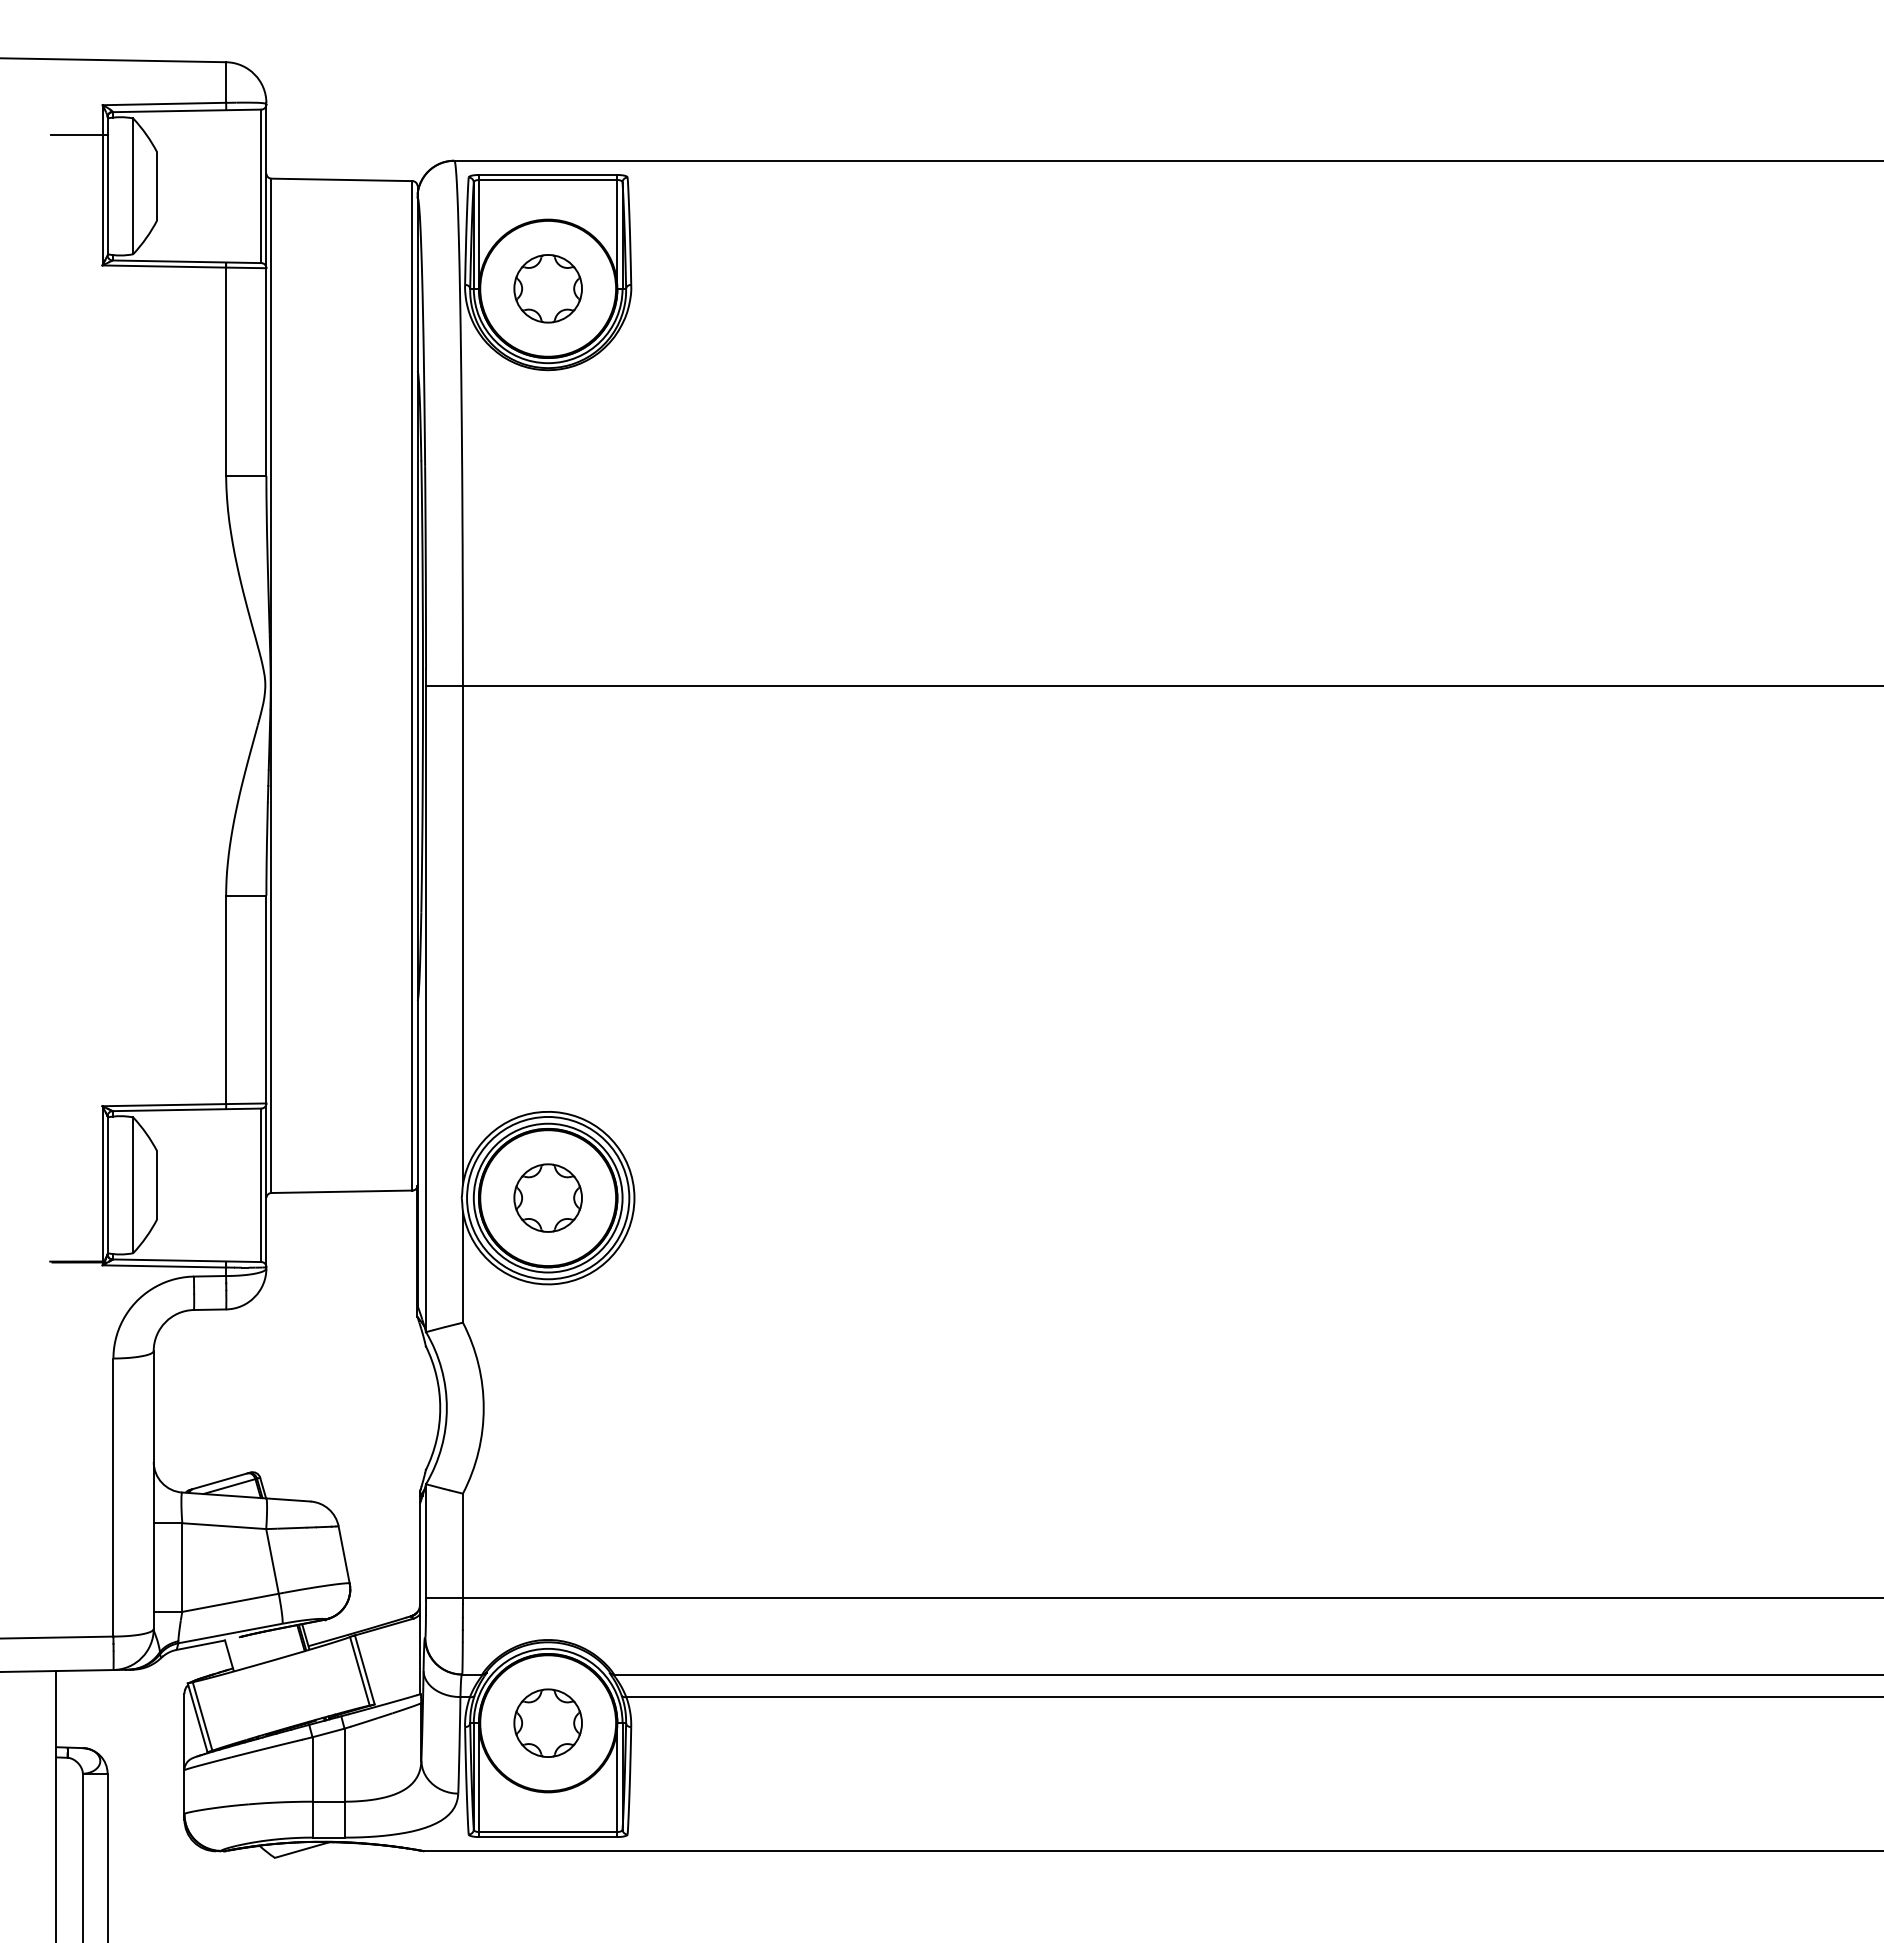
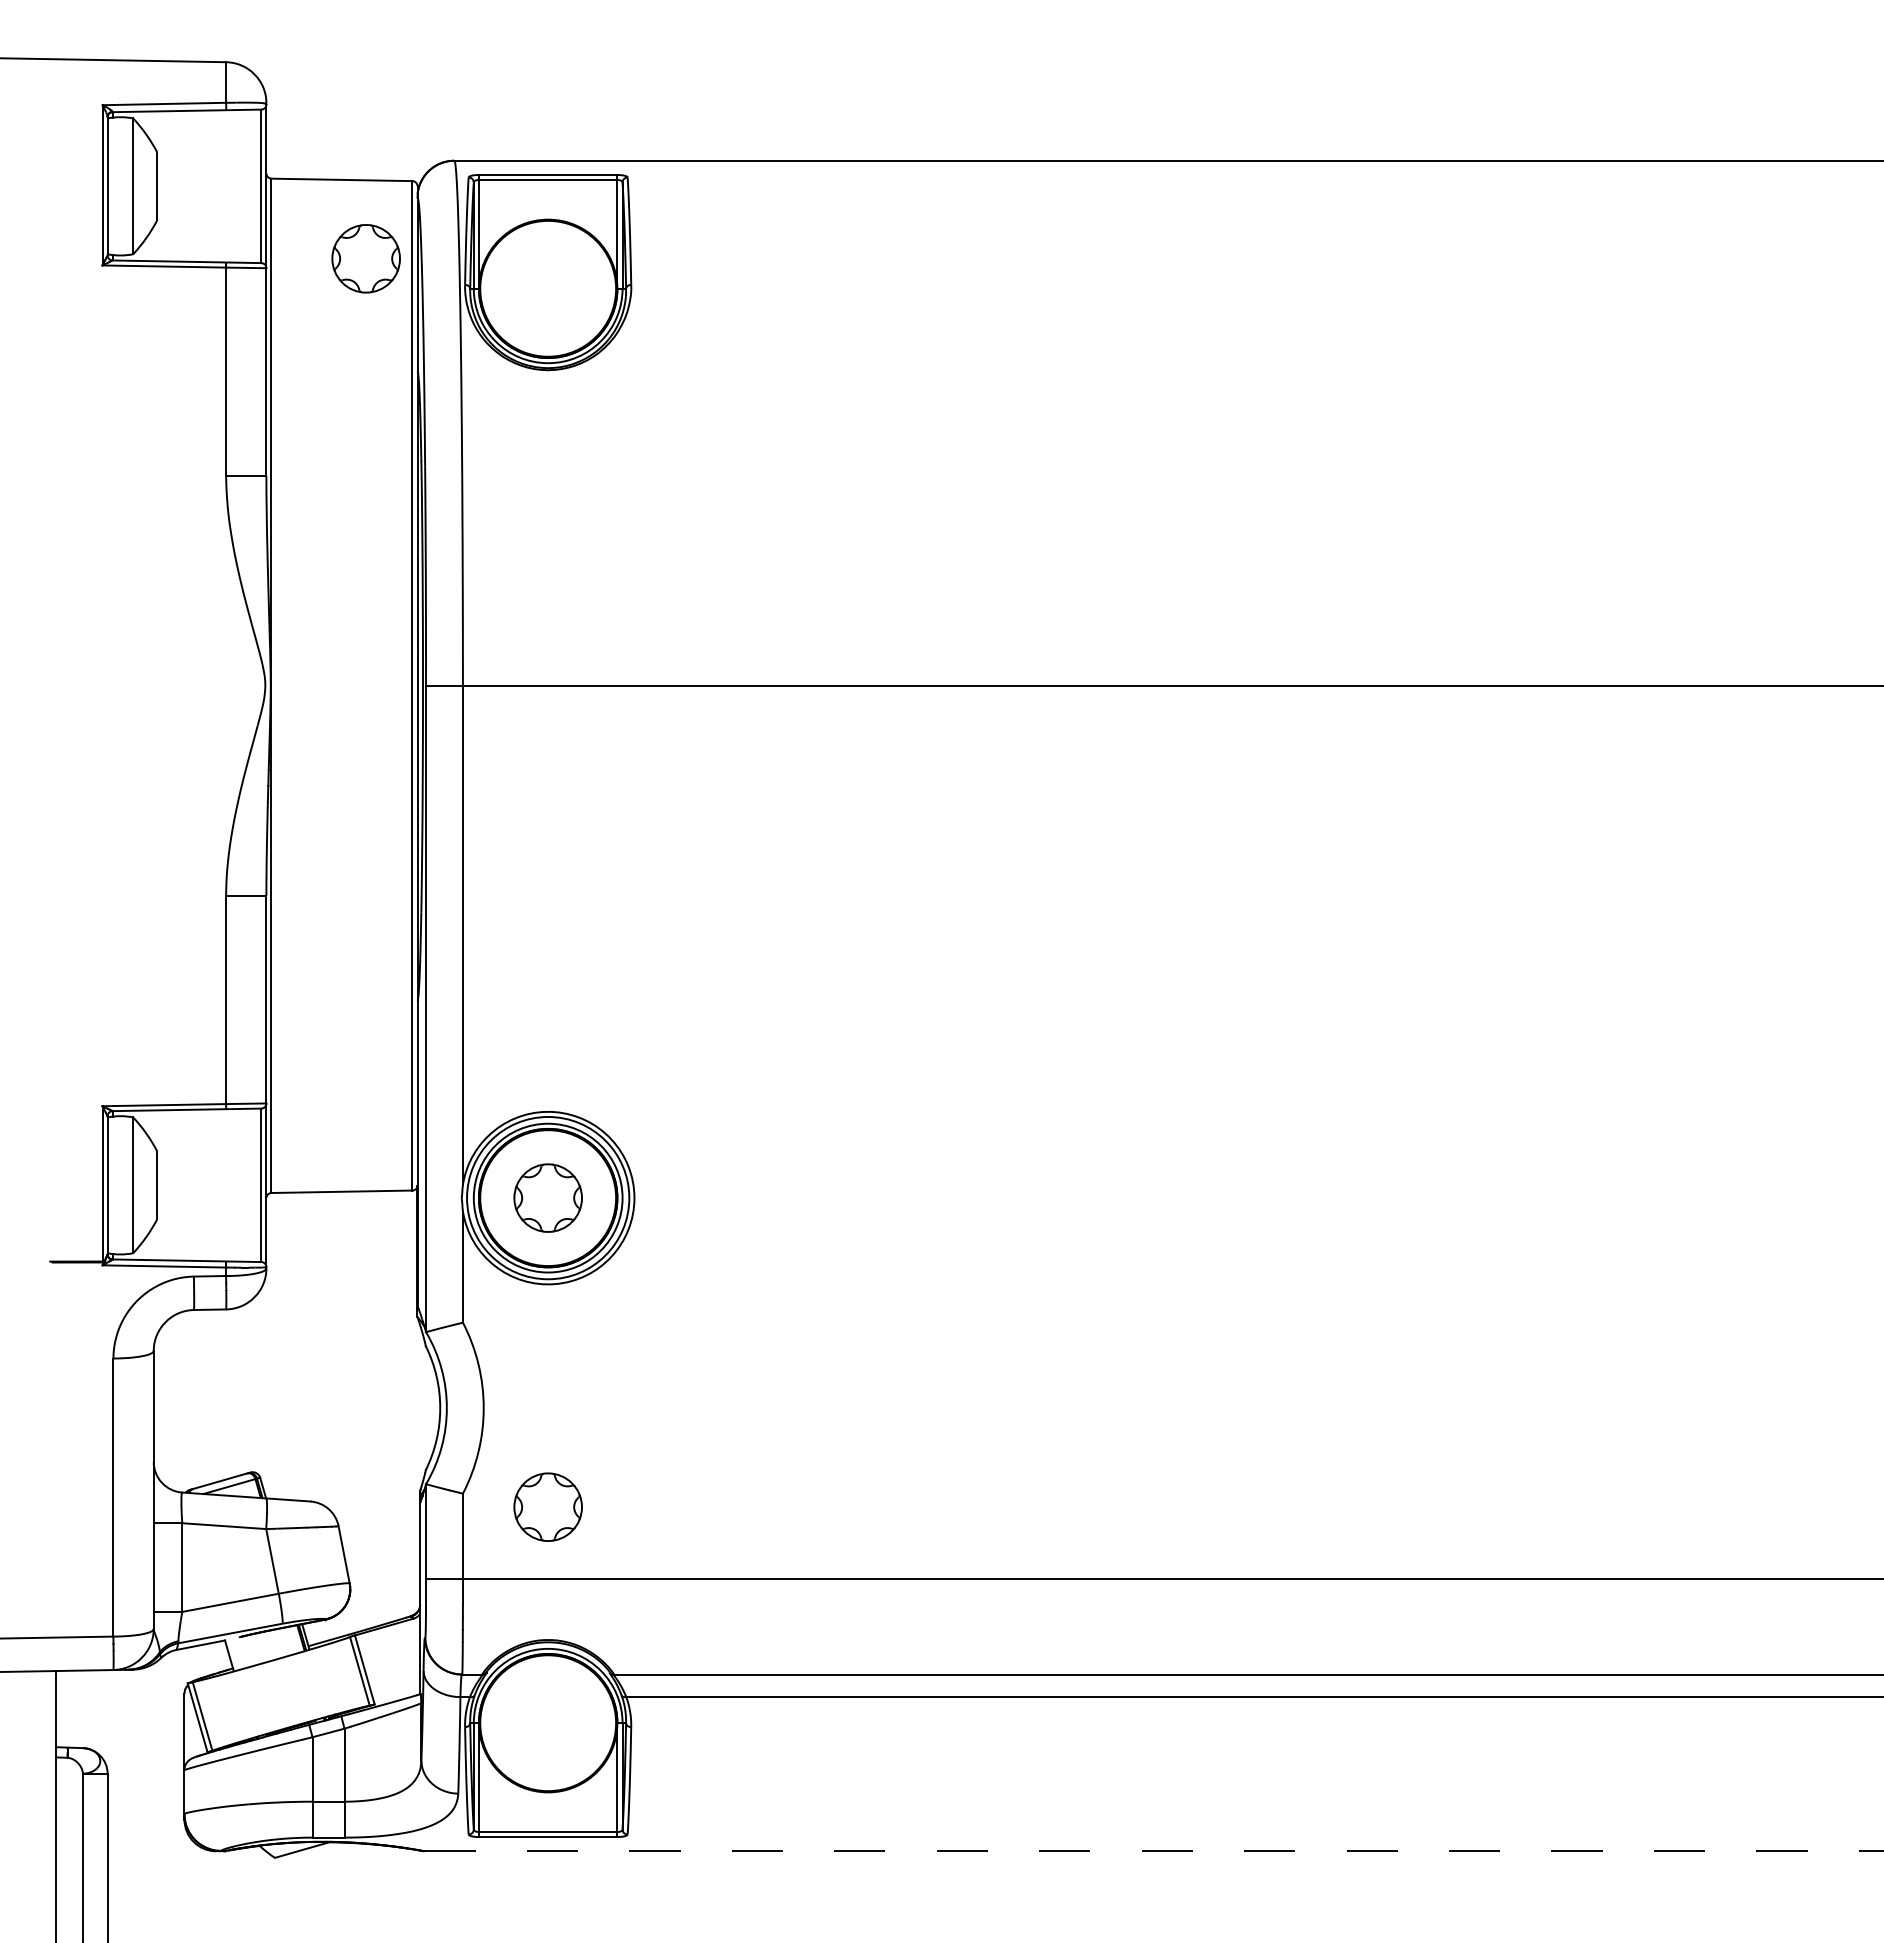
line at (79, 135): present -> none
part at (547, 288) position: (547, 288) -> (365, 258)
line at (1153, 1597) position: (1153, 1597) -> (1153, 1578)
part at (547, 1722) position: (547, 1722) -> (547, 1506)
line at (1154, 1851): solid -> dashed
